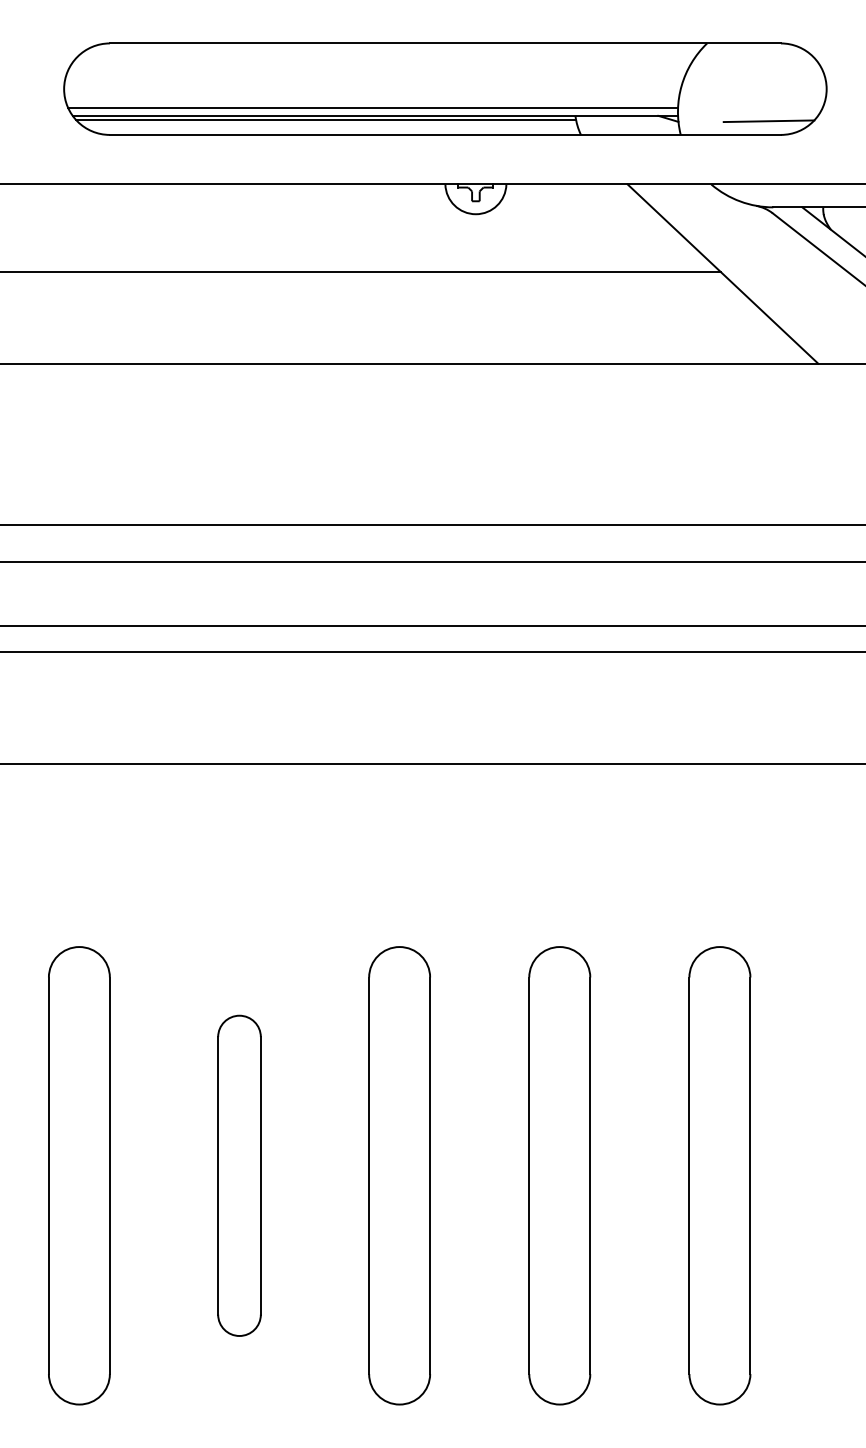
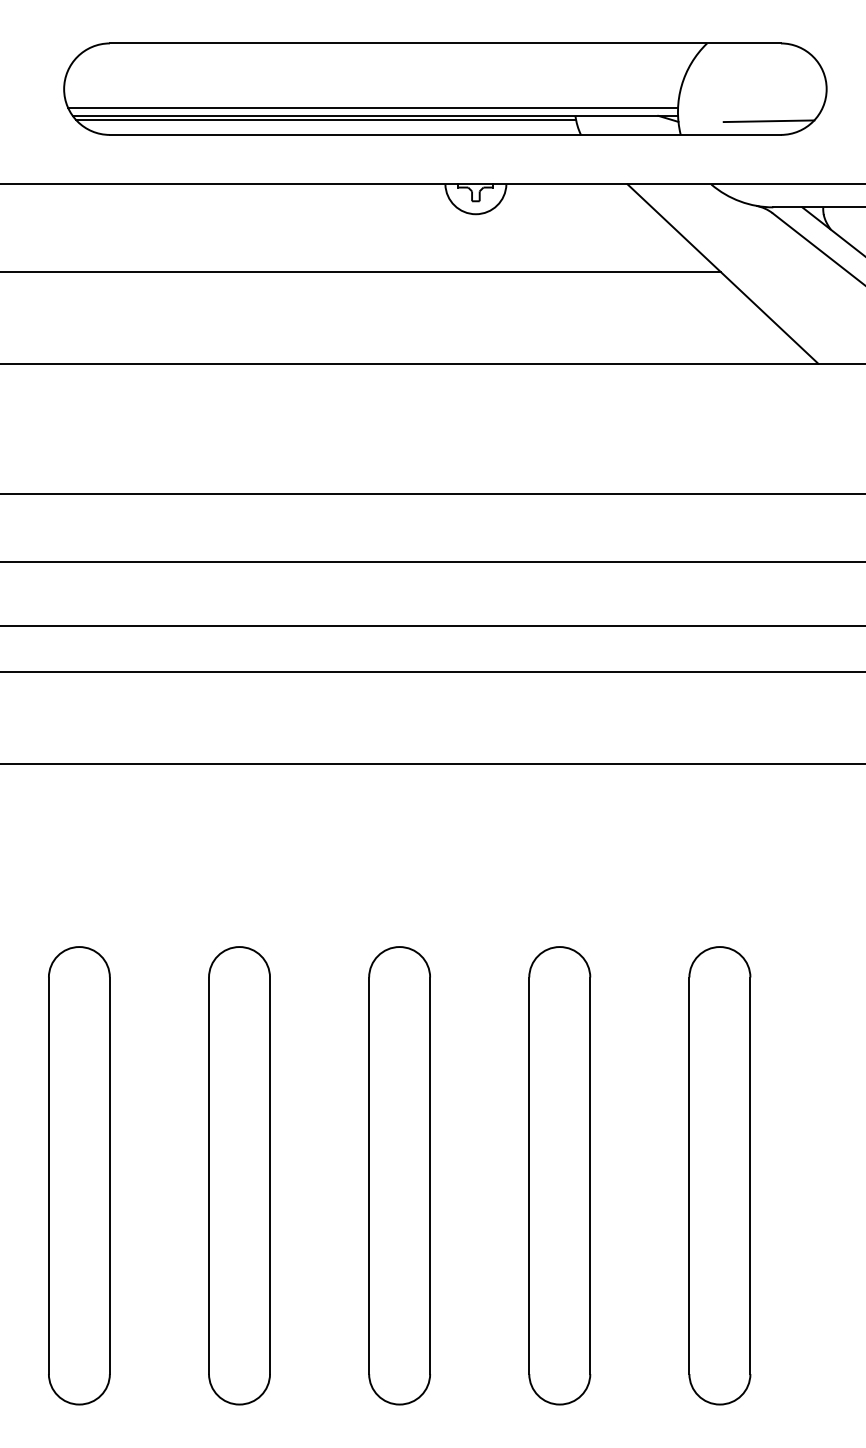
line at (432, 524) position: (432, 524) -> (432, 493)
line at (432, 652) position: (432, 652) -> (432, 672)
part at (239, 1175) size: 45x323 px -> 63x460 px
